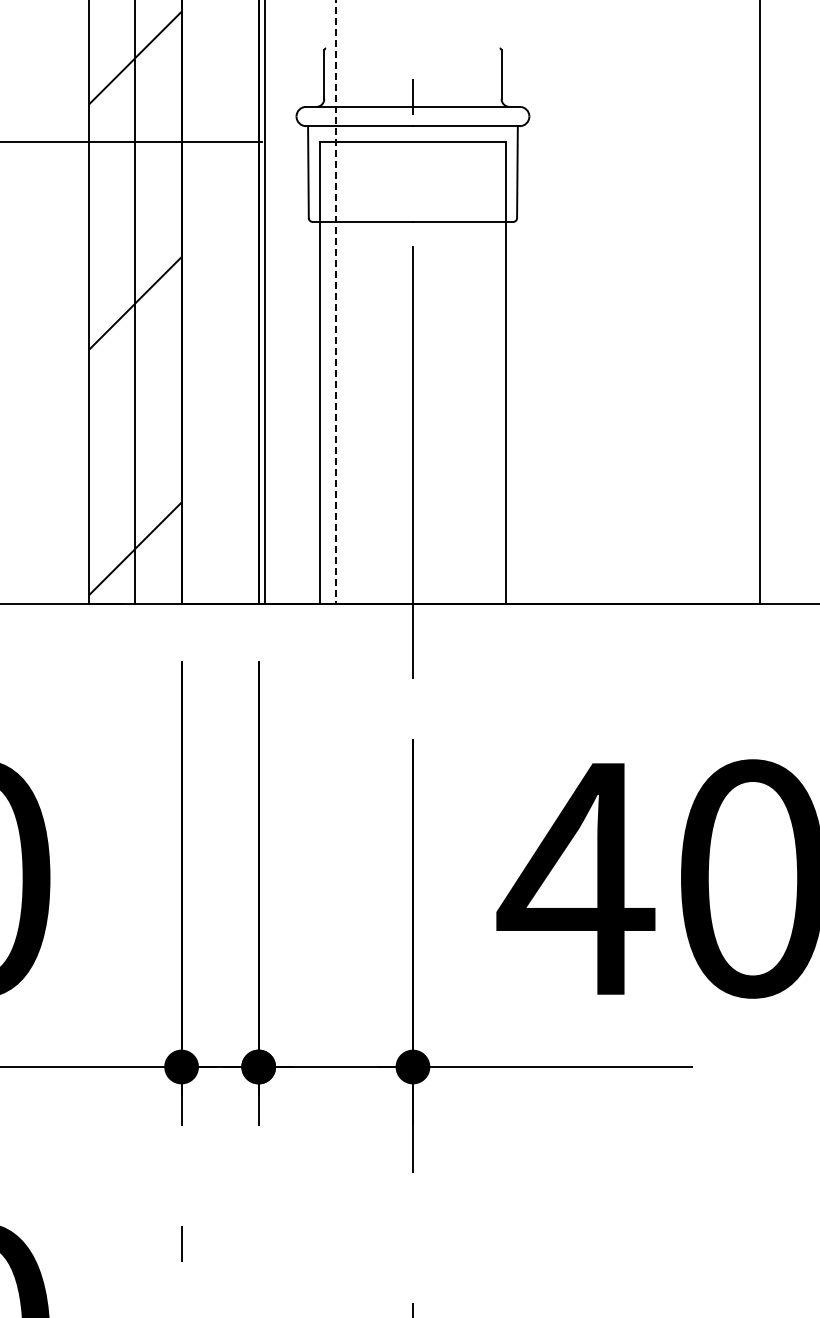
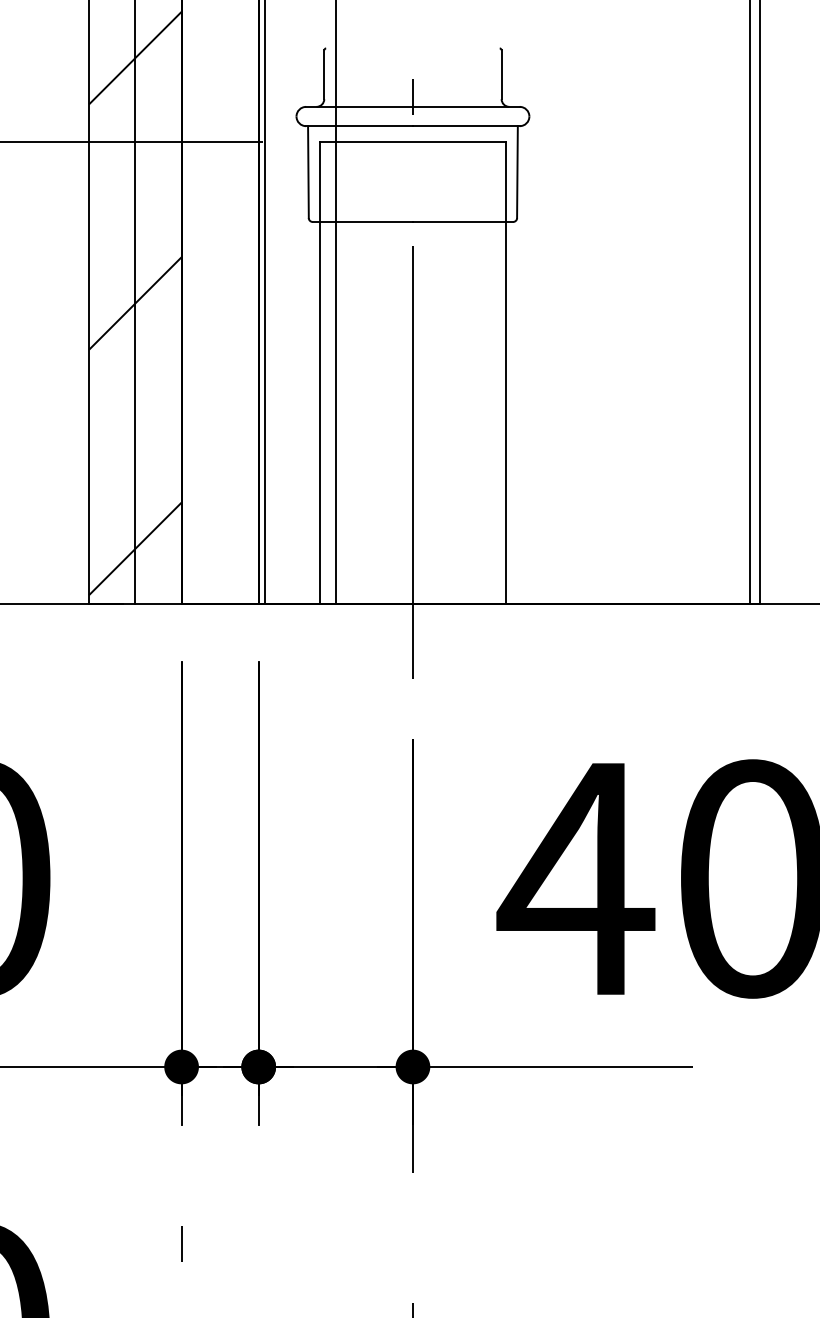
line at (335, 302): dashed -> solid
line at (750, 303): none -> present
